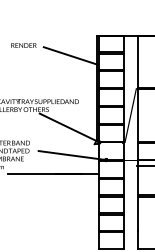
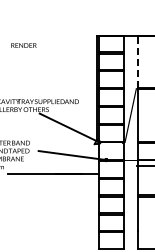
line at (70, 55): present -> none
line at (137, 61): solid -> dashed
